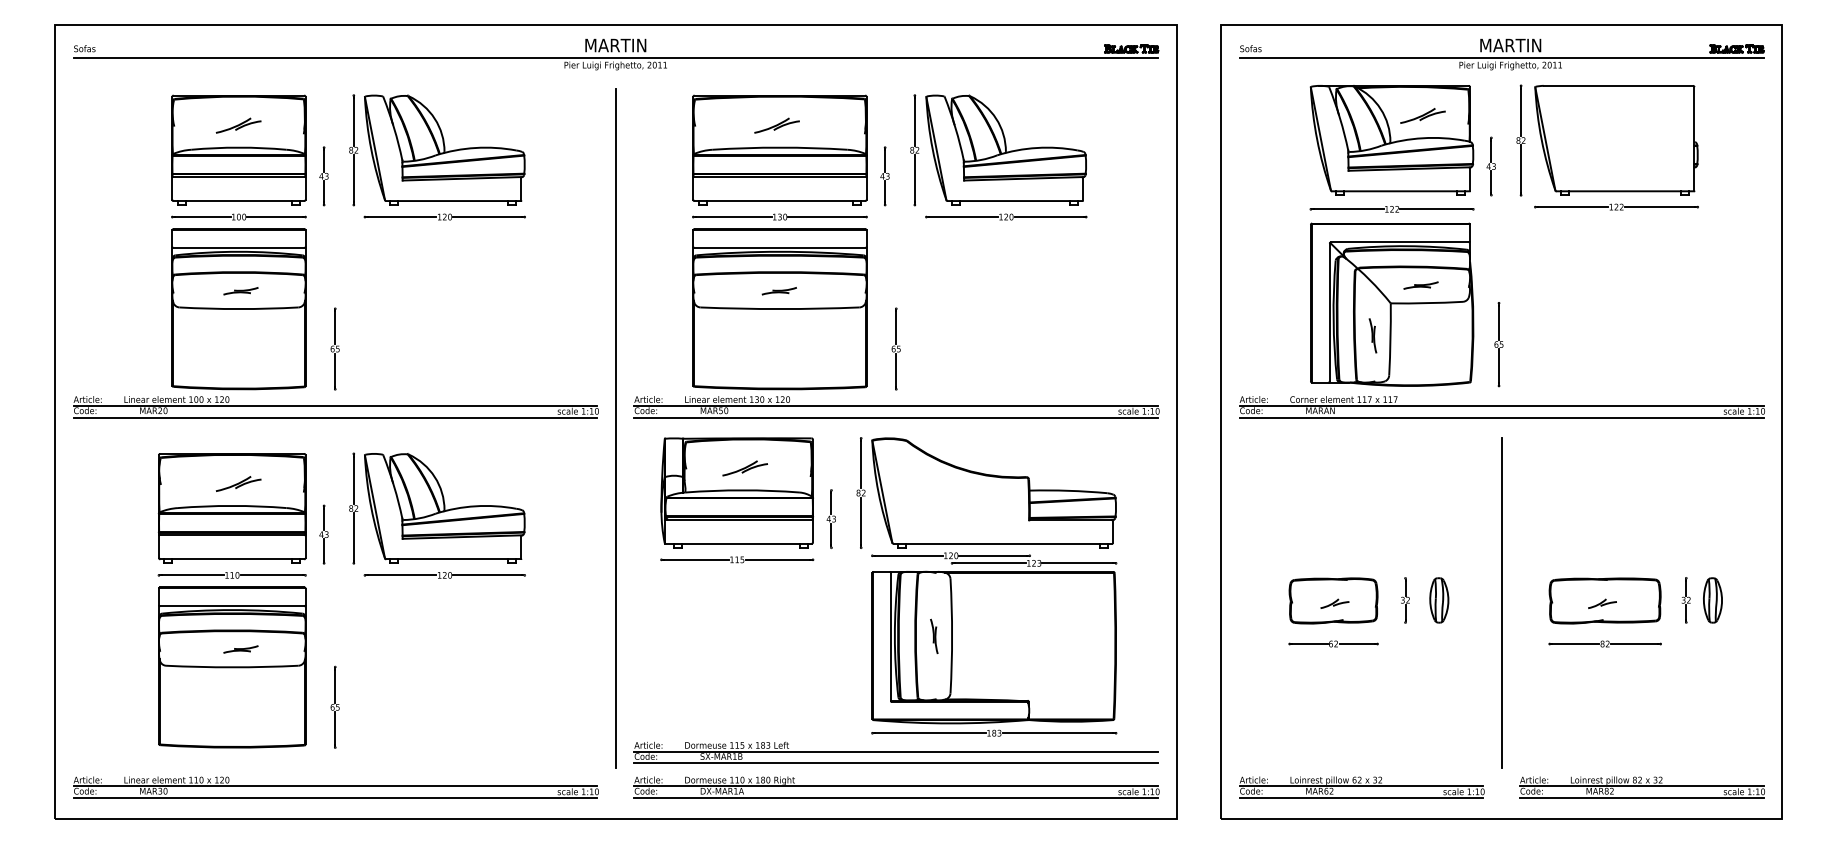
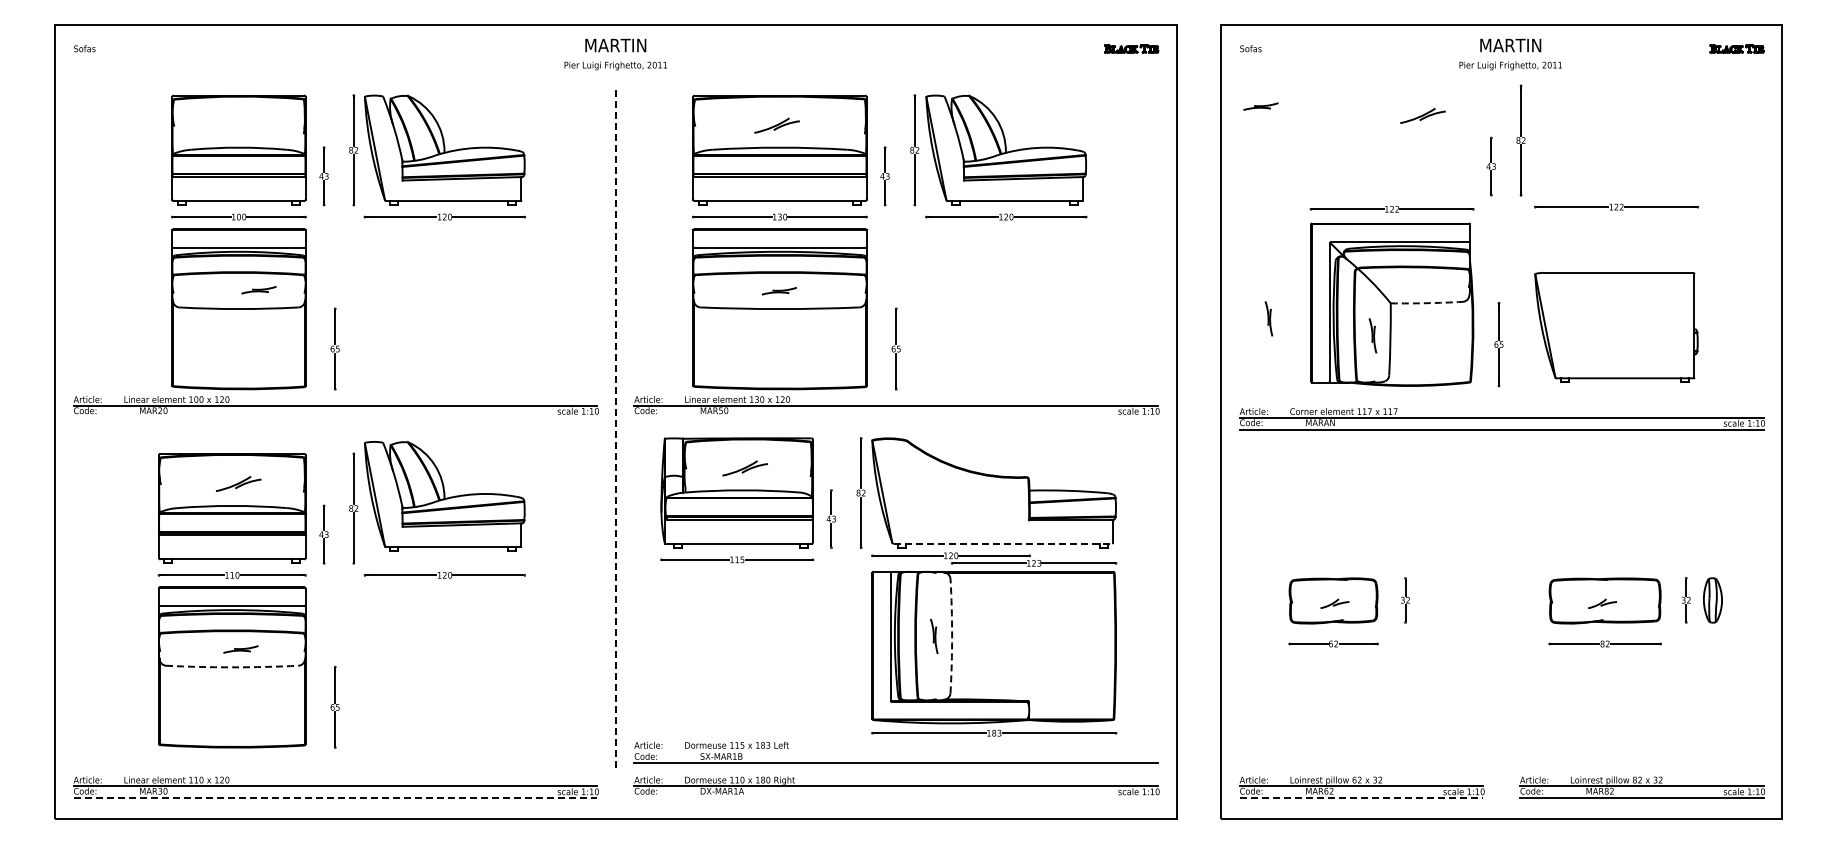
line at (615, 57): present -> none
line at (1501, 57): present -> none
part at (238, 125): present -> none
part at (1391, 140): present -> none
part at (1616, 140) position: (1616, 140) -> (1616, 327)
part at (1420, 285) position: (1420, 285) -> (1260, 106)
part at (240, 291) position: (240, 291) -> (258, 290)
arc at (1426, 303): solid -> dashed
part at (1268, 318): none -> present
part at (1501, 407) position: (1501, 407) -> (1501, 419)
line at (335, 417): present -> none
line at (896, 417): present -> none
line at (615, 428): solid -> dashed
part at (444, 508) position: (444, 508) -> (444, 496)
line at (1003, 543): solid -> dashed
part at (1439, 600): present -> none
line at (1501, 603): present -> none
arc at (952, 636): solid -> dashed
arc at (232, 667): solid -> dashed
line at (896, 751): present -> none
line at (335, 798): solid -> dashed
line at (896, 798): present -> none
line at (1361, 798): solid -> dashed
